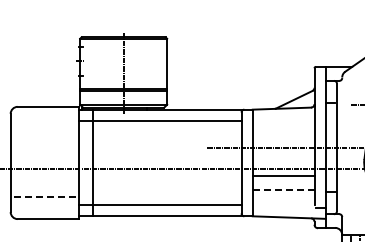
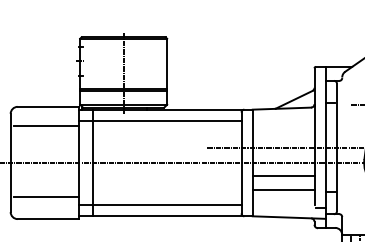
line at (46, 126): none -> present
line at (181, 168) position: (181, 168) -> (181, 162)
line at (283, 190): dashed -> solid
line at (46, 196): dashed -> solid
